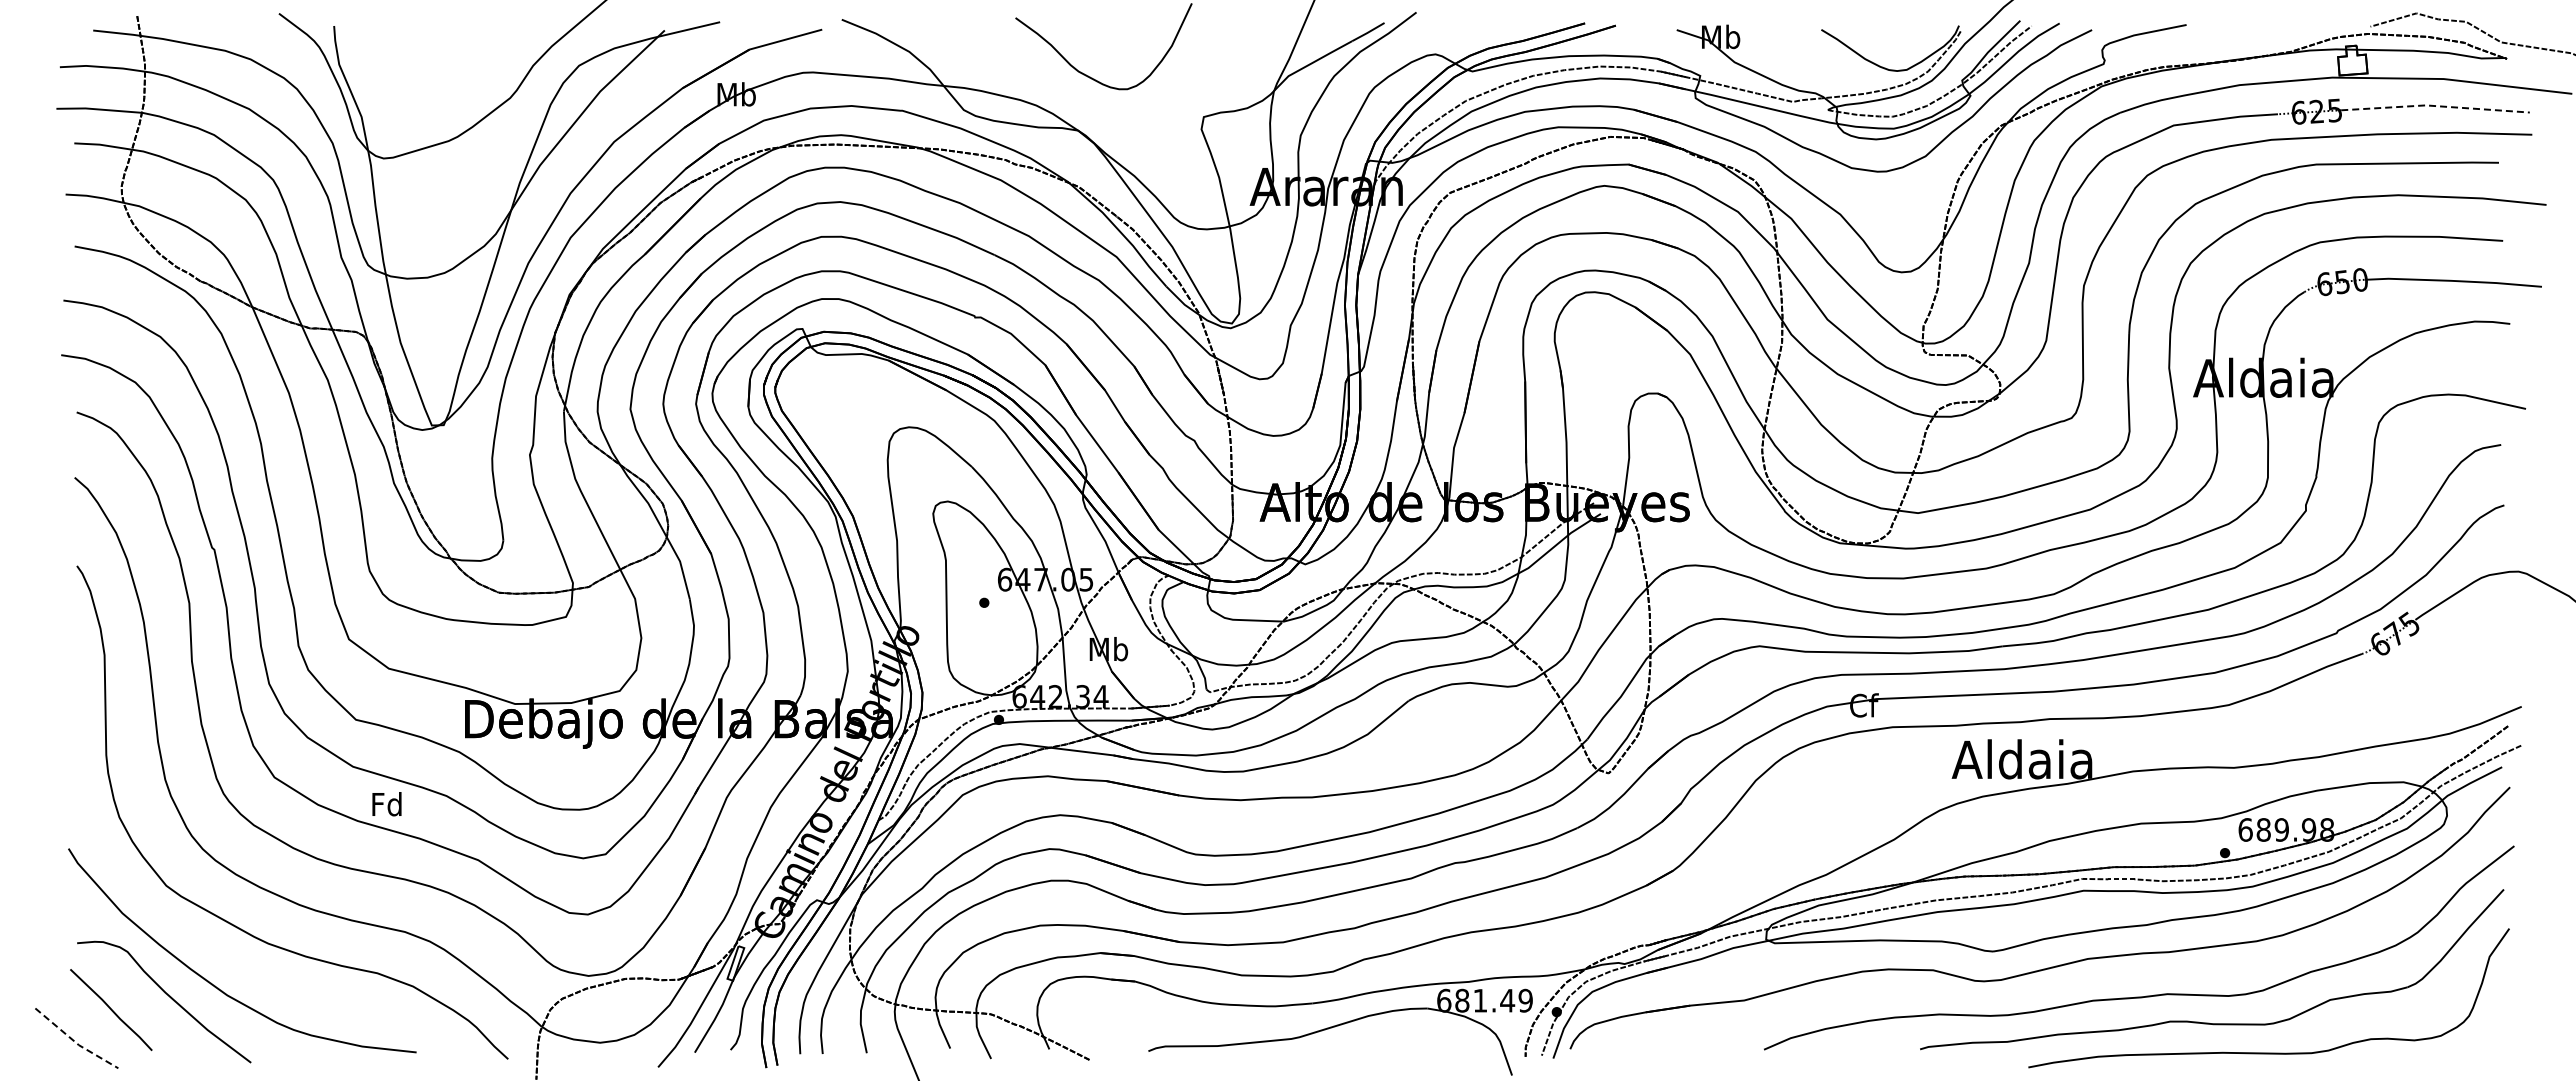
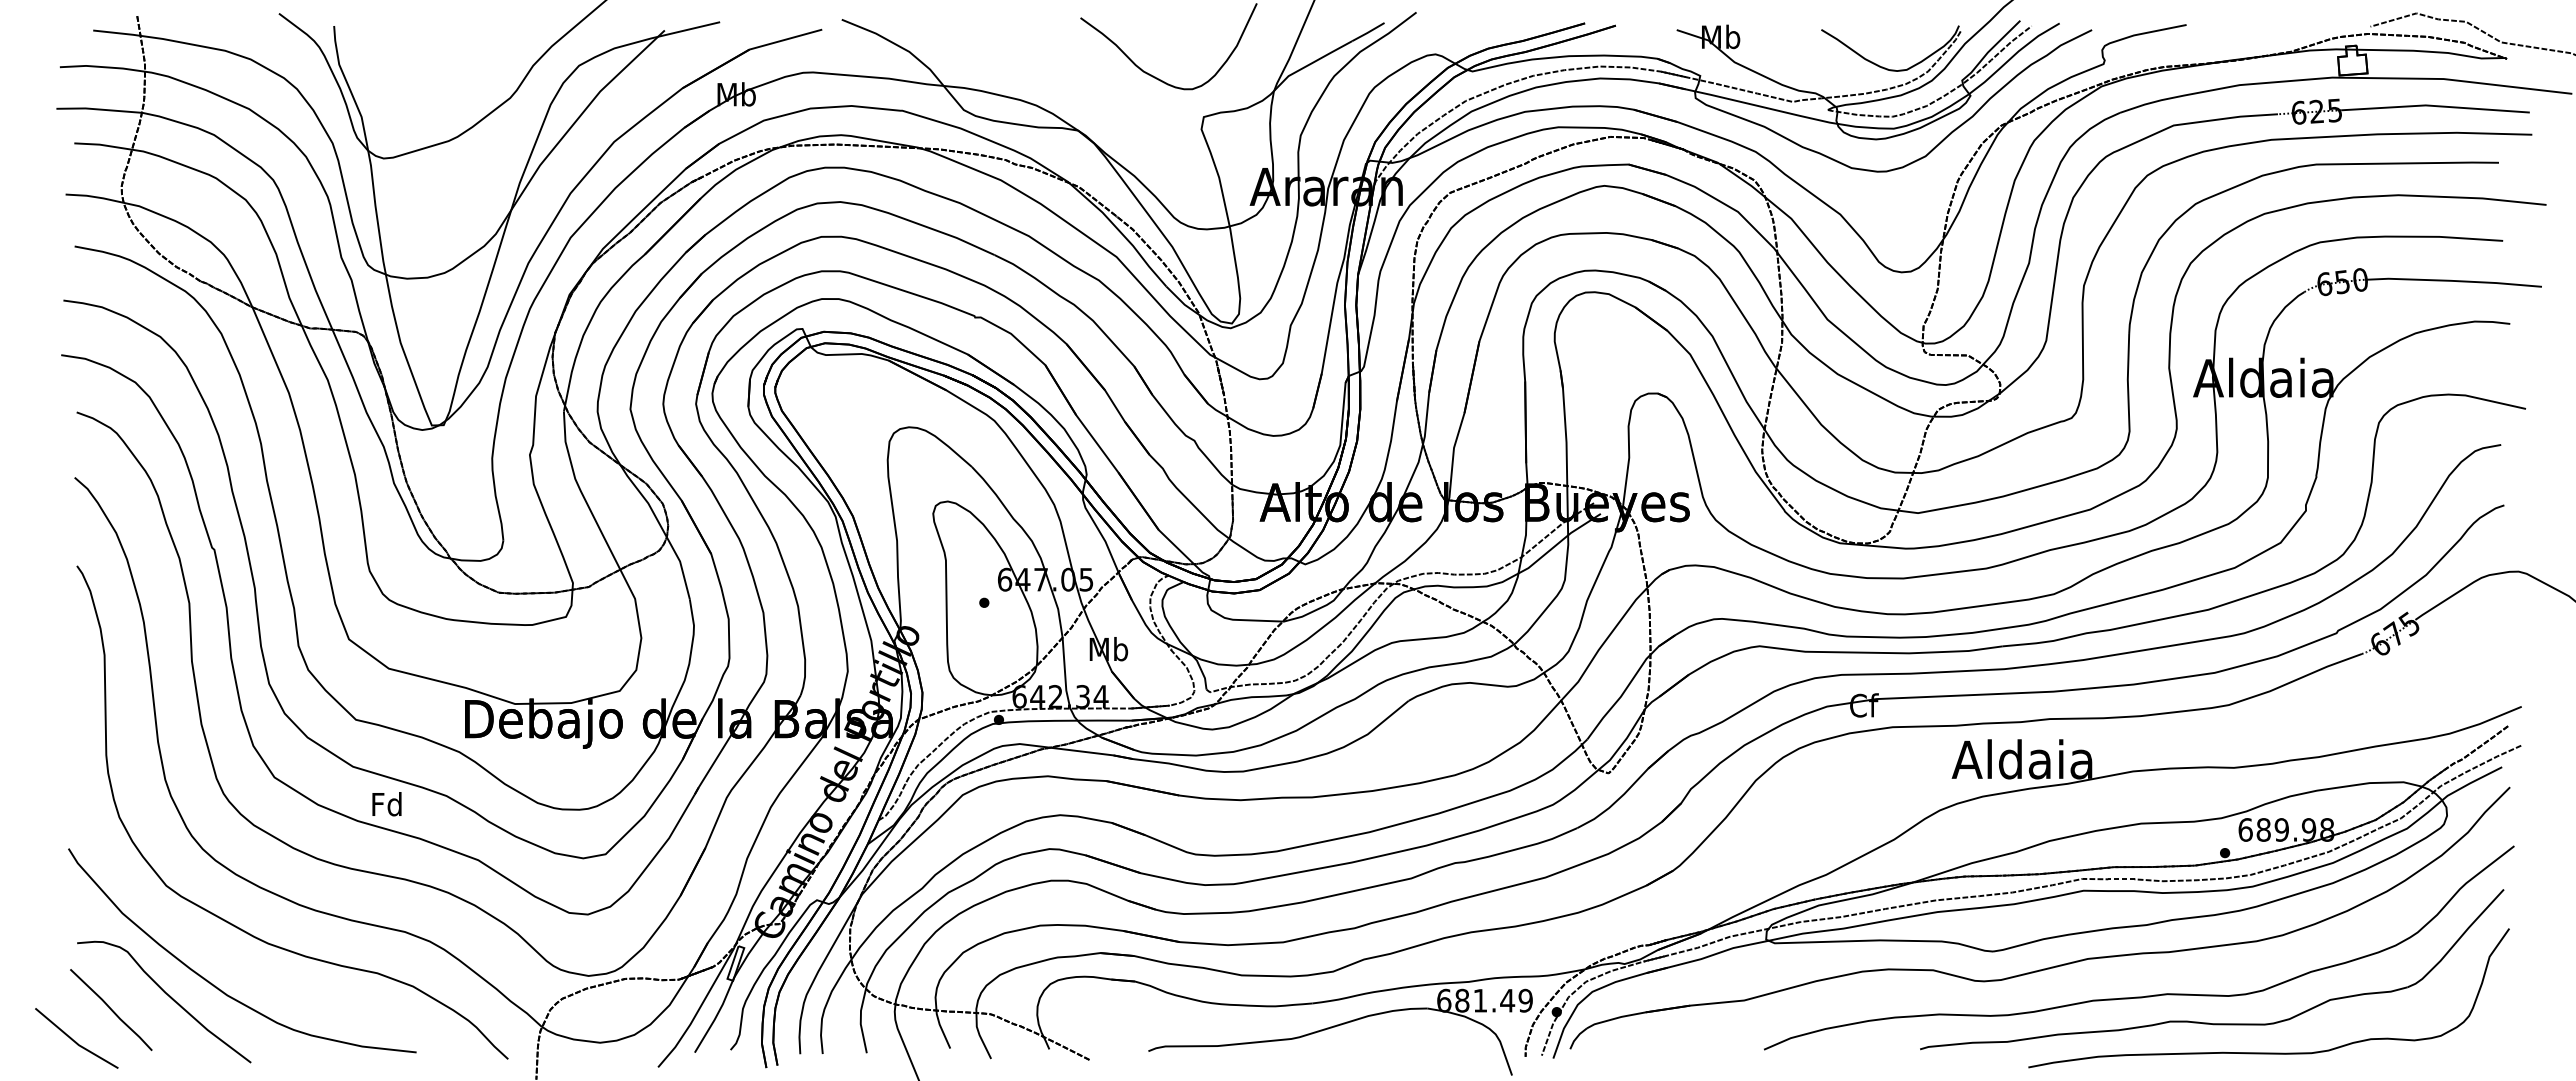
curve at (1088, 75) position: (1088, 75) -> (1153, 75)
line at (2435, 106): dashed -> solid
line at (75, 1042): dashed -> solid
